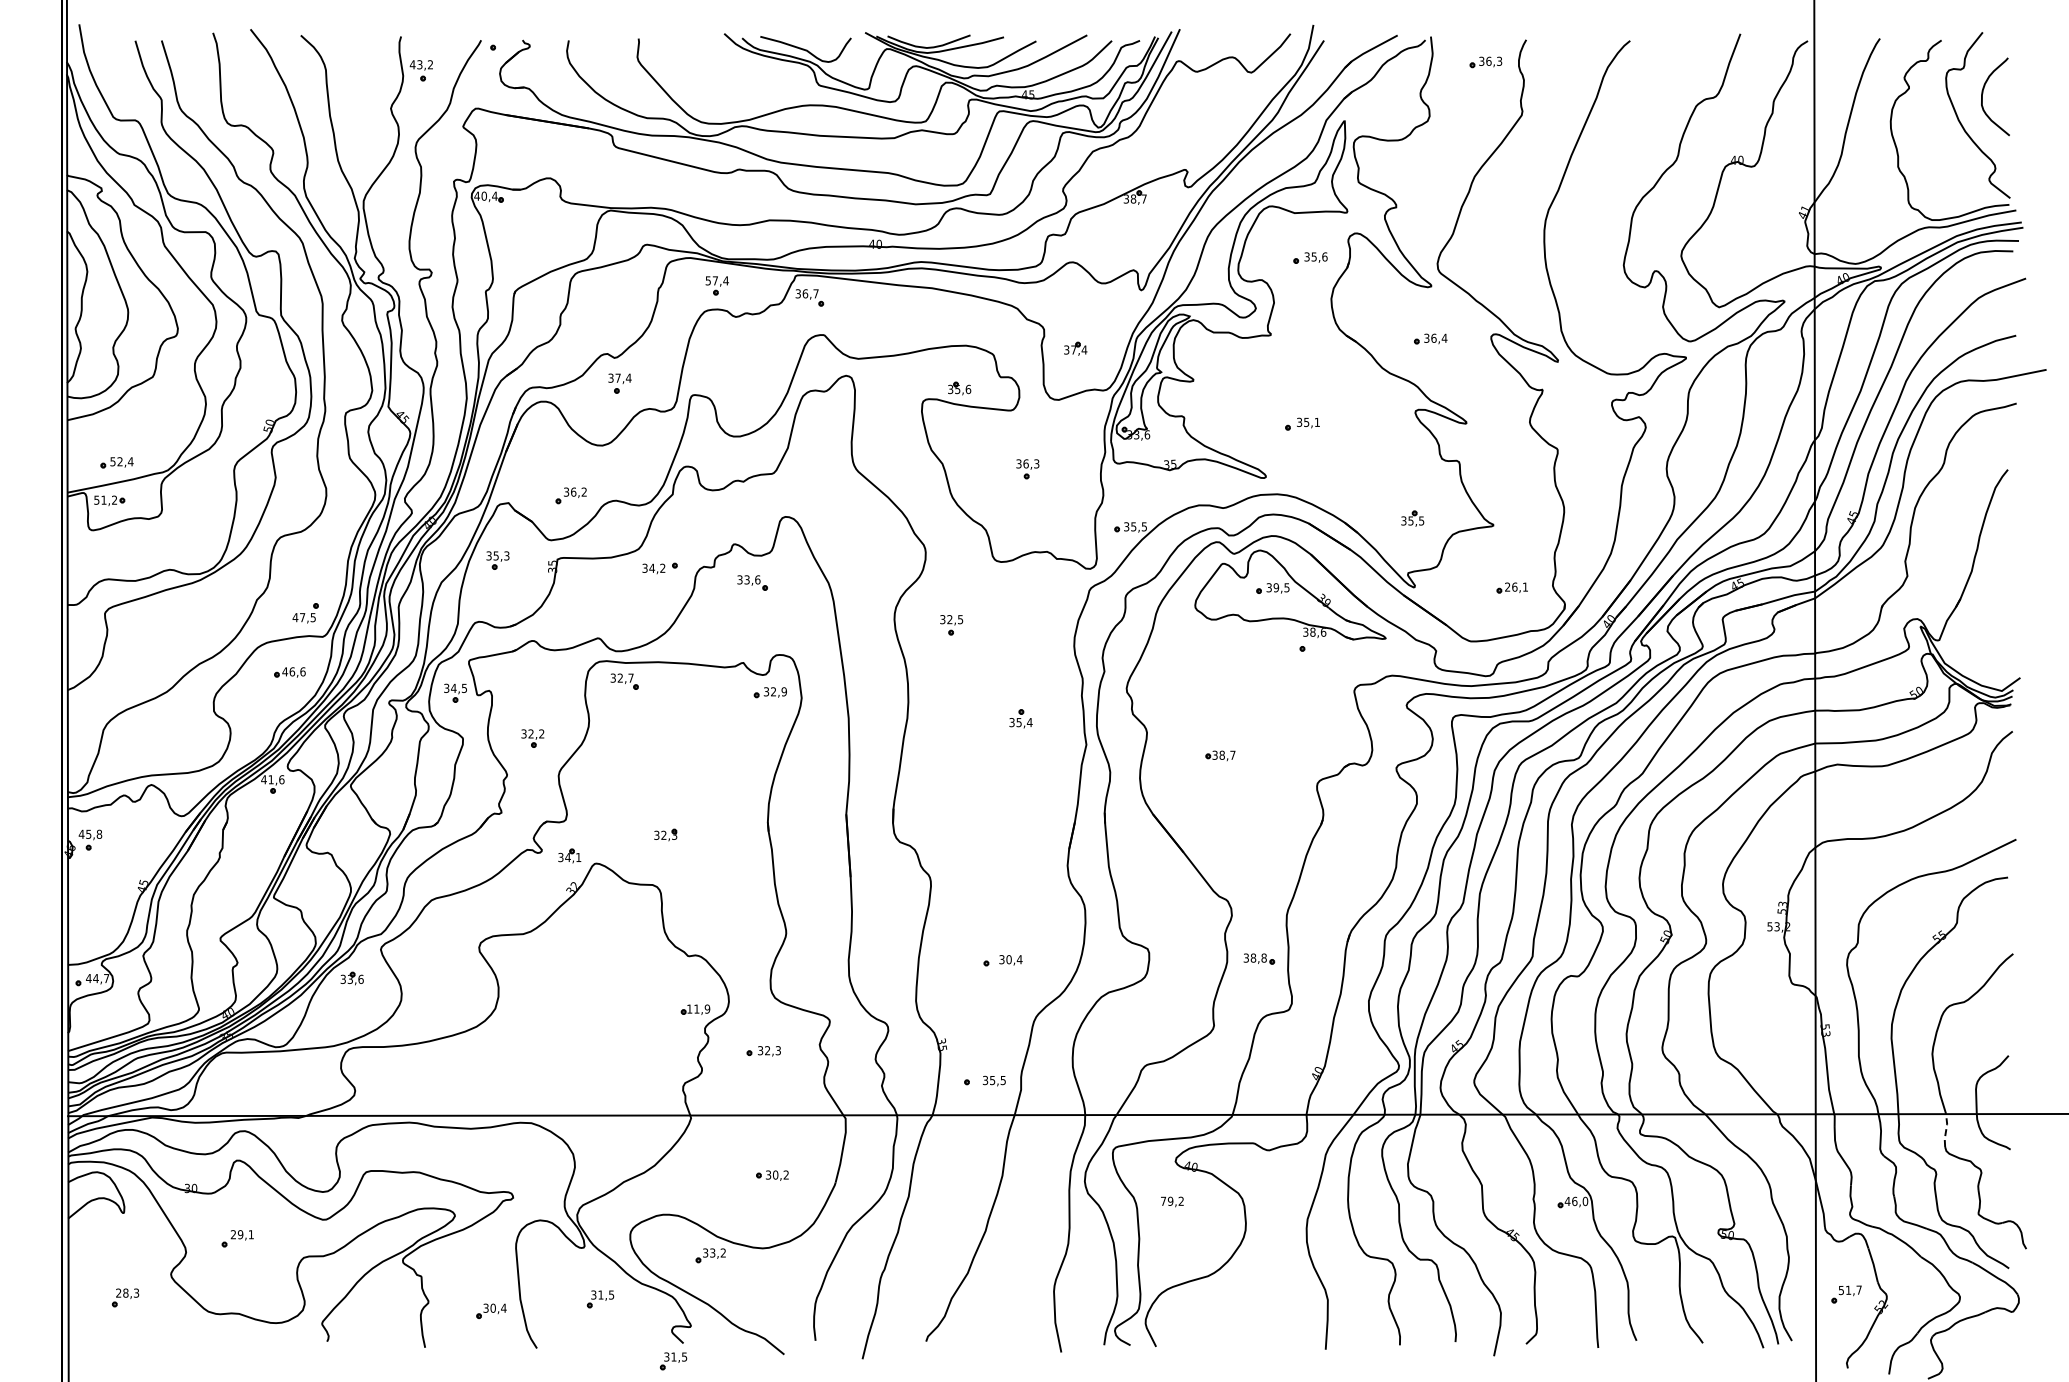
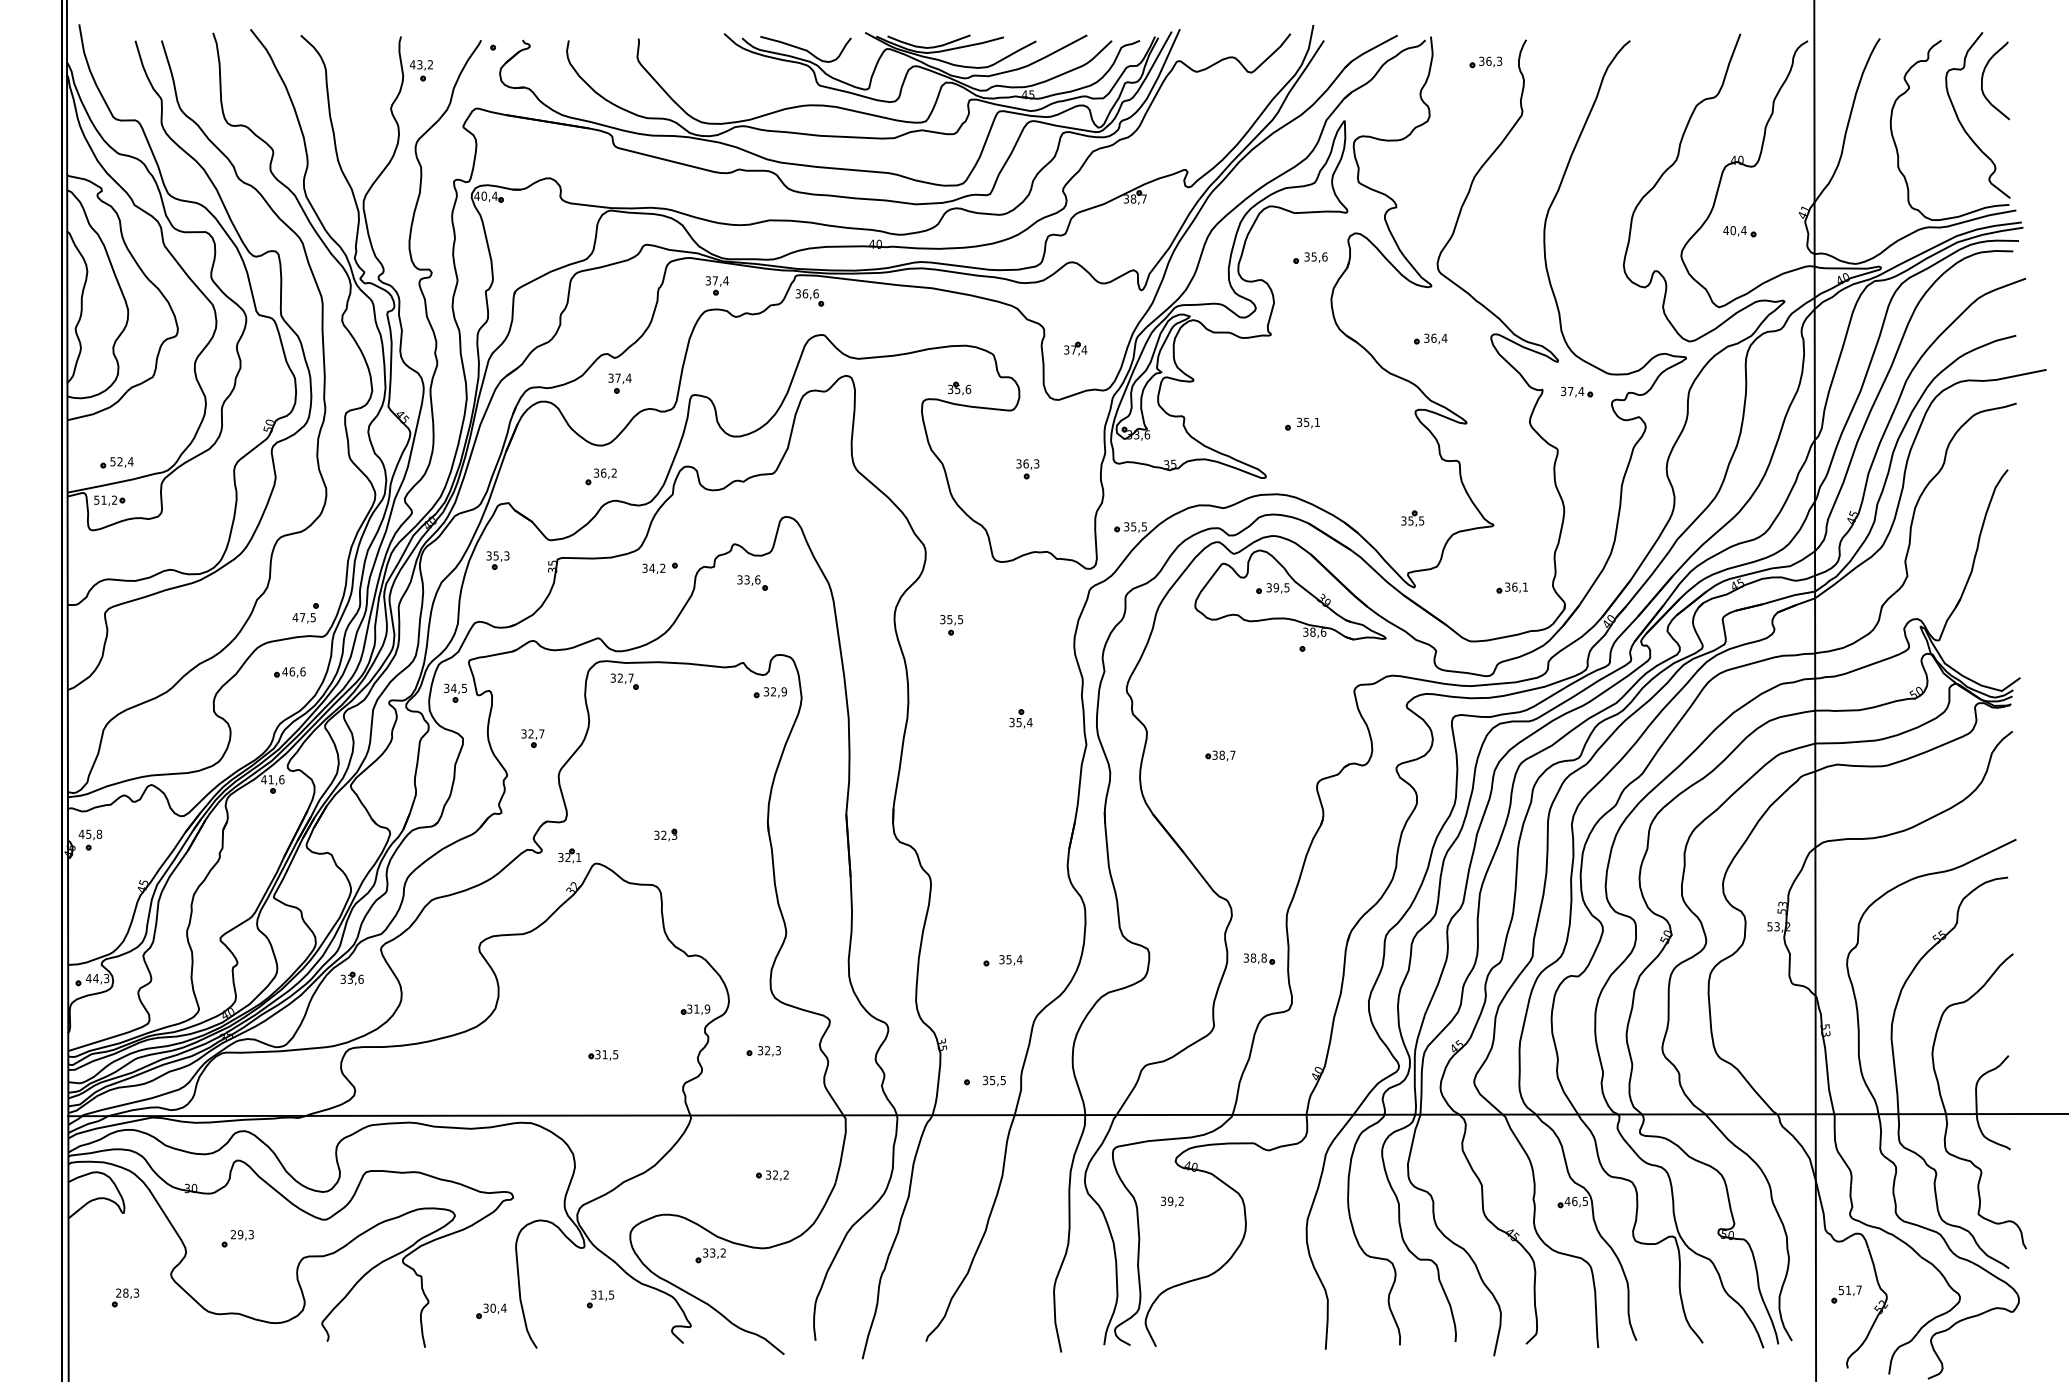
curve at (1983, 93) position: (1983, 93) -> (1983, 77)
part at (1739, 231): none -> present
text at (708, 280): 57,4 -> 37,4
text at (815, 293): 36,7 -> 36,6
part at (1577, 391): none -> present
part at (570, 495) position: (570, 495) -> (600, 476)
text at (1507, 587): 26,1 -> 36,1
text at (949, 619): 32,5 -> 35,5
text at (541, 733): 32,2 -> 32,7
text at (567, 856): 34,1 -> 32,1
text at (1008, 959): 30,4 -> 35,4
text at (106, 978): 44,7 -> 44,3
text at (689, 1008): 11,9 -> 31,9
part at (603, 1055): none -> present
line at (1946, 1129): dashed -> solid
text at (775, 1174): 30,2 -> 32,2
text at (1163, 1200): 79,2 -> 39,2
text at (1585, 1201): 46,0 -> 46,5
text at (250, 1234): 29,1 -> 29,3
part at (673, 1361): present -> none
